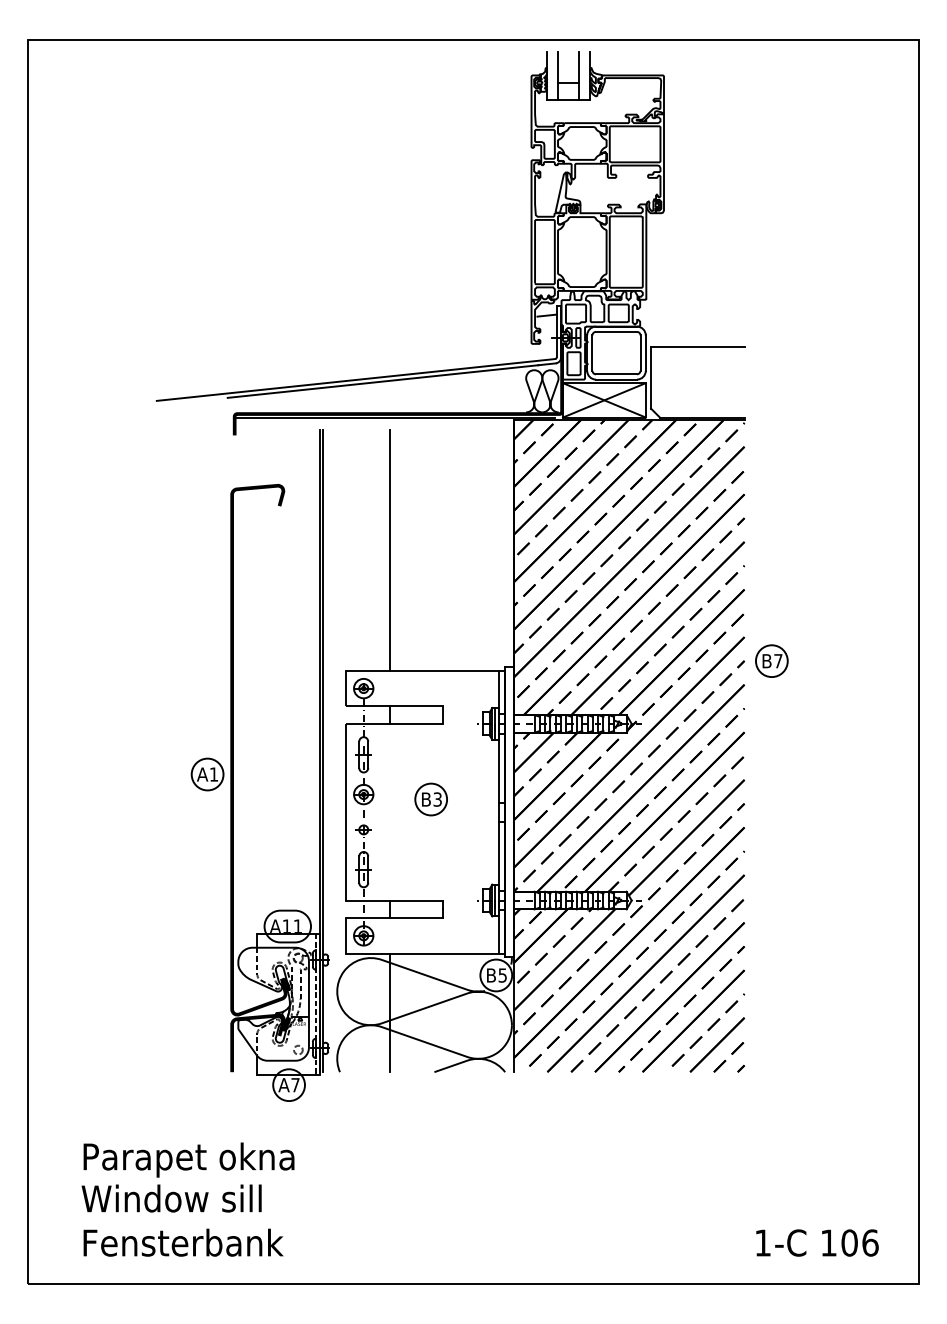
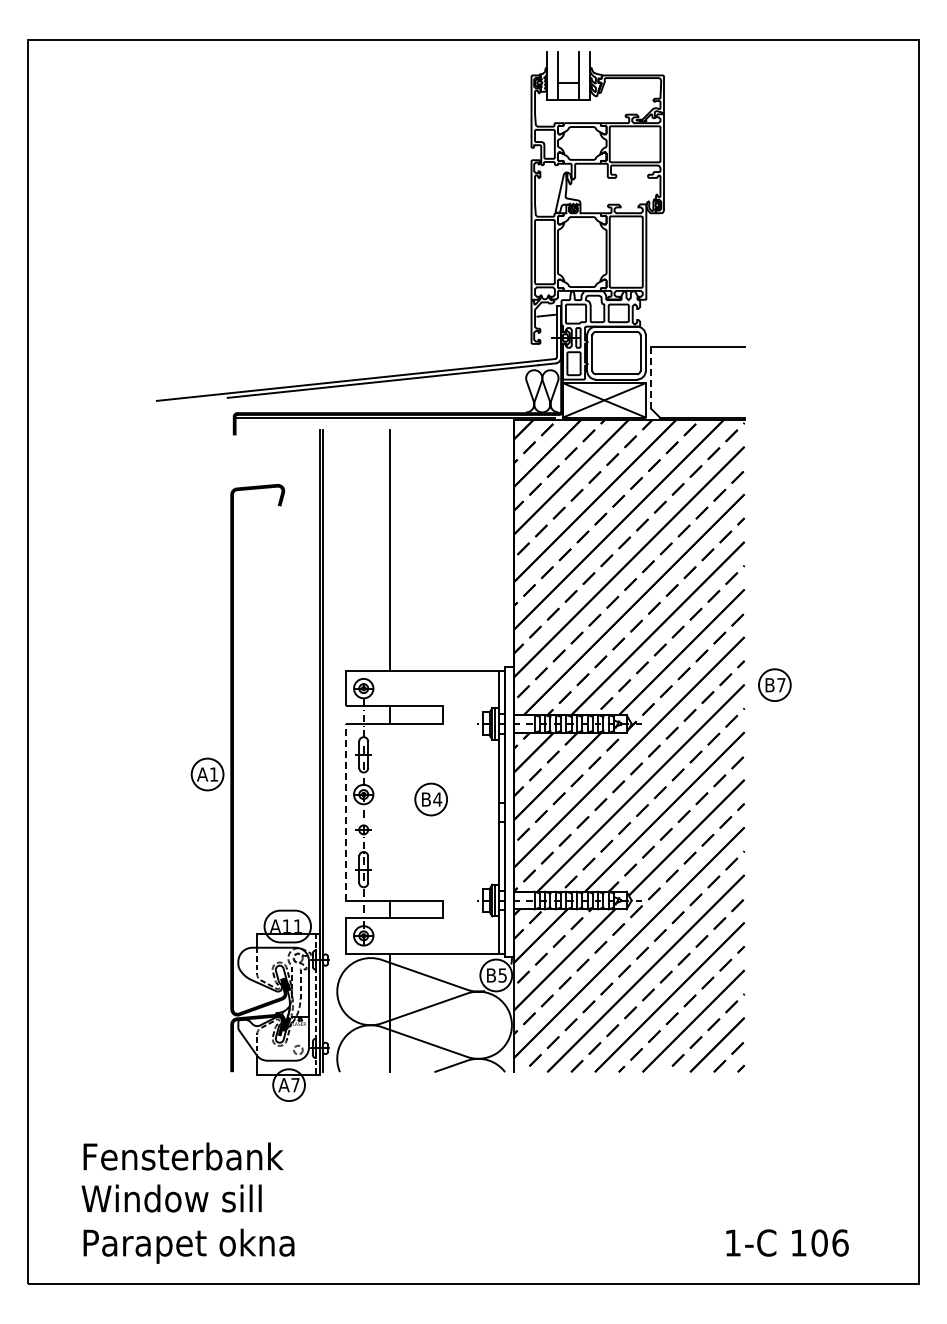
line at (651, 377): solid -> dashed
part at (771, 660) position: (771, 660) -> (774, 684)
text at (437, 799): B3 -> B4
line at (346, 811): solid -> dashed
text at (190, 1159): Parapet okna -> Fensterbank
text at (817, 1242) position: (817, 1242) -> (787, 1242)
text at (190, 1245): Fensterbank -> Parapet okna
